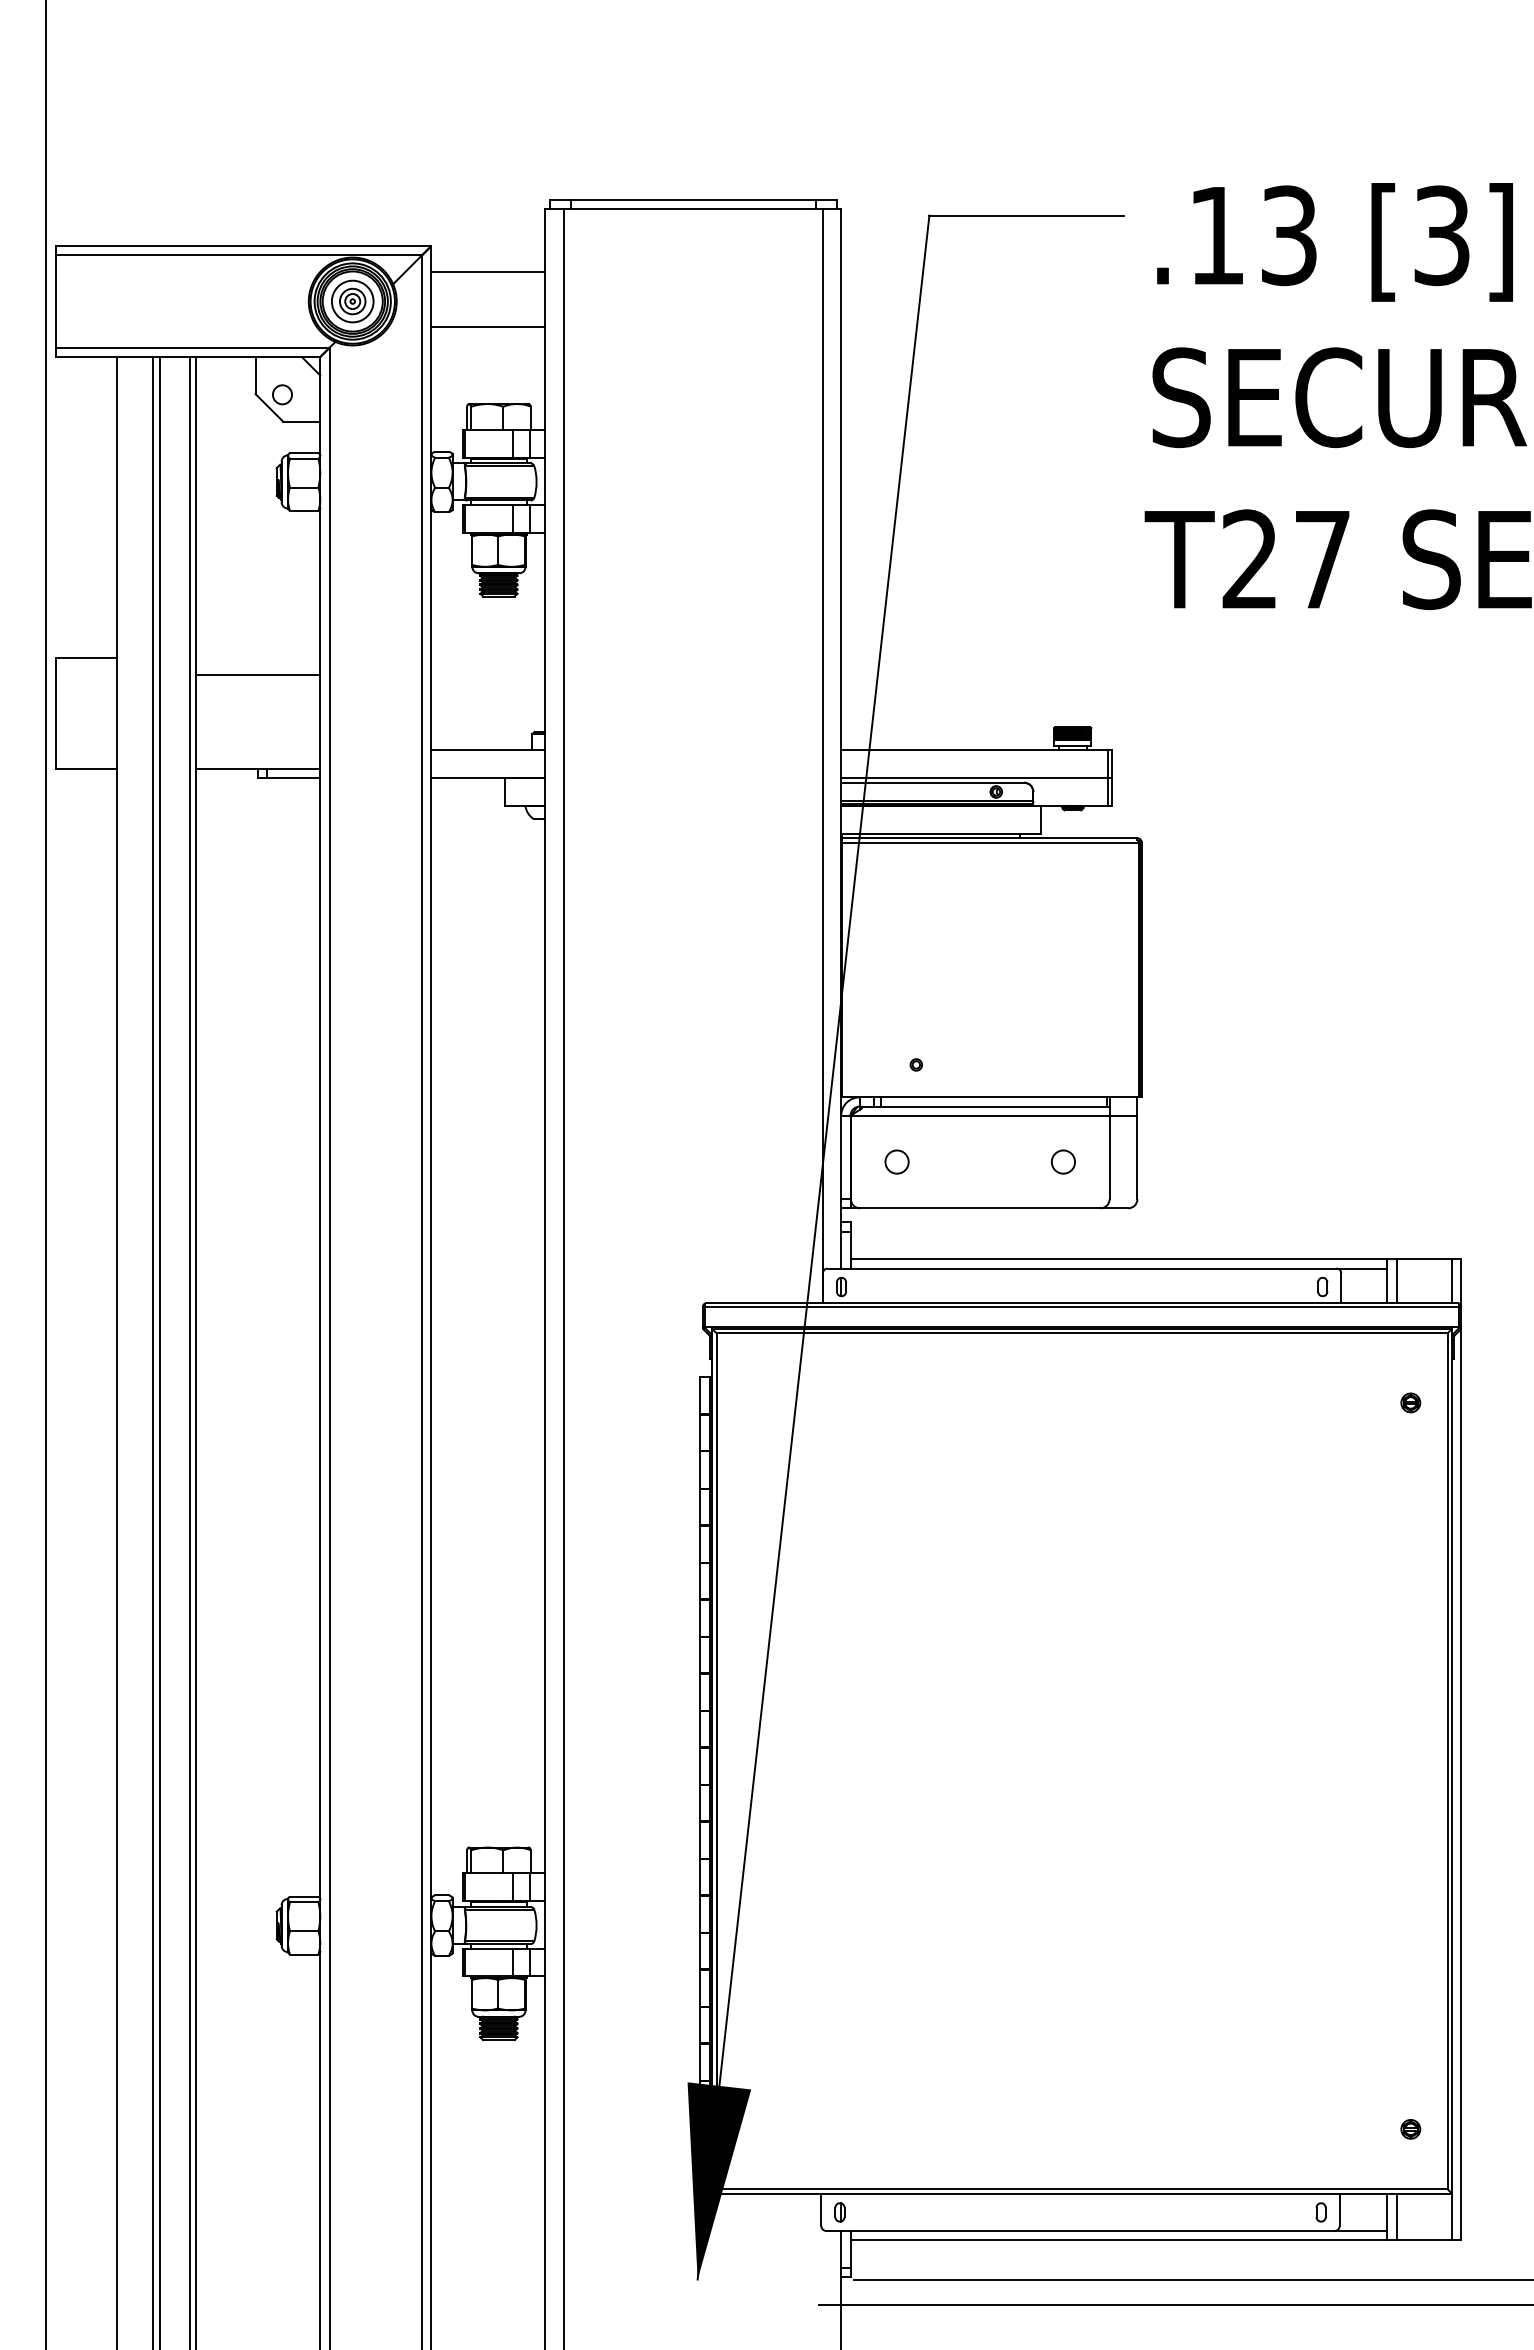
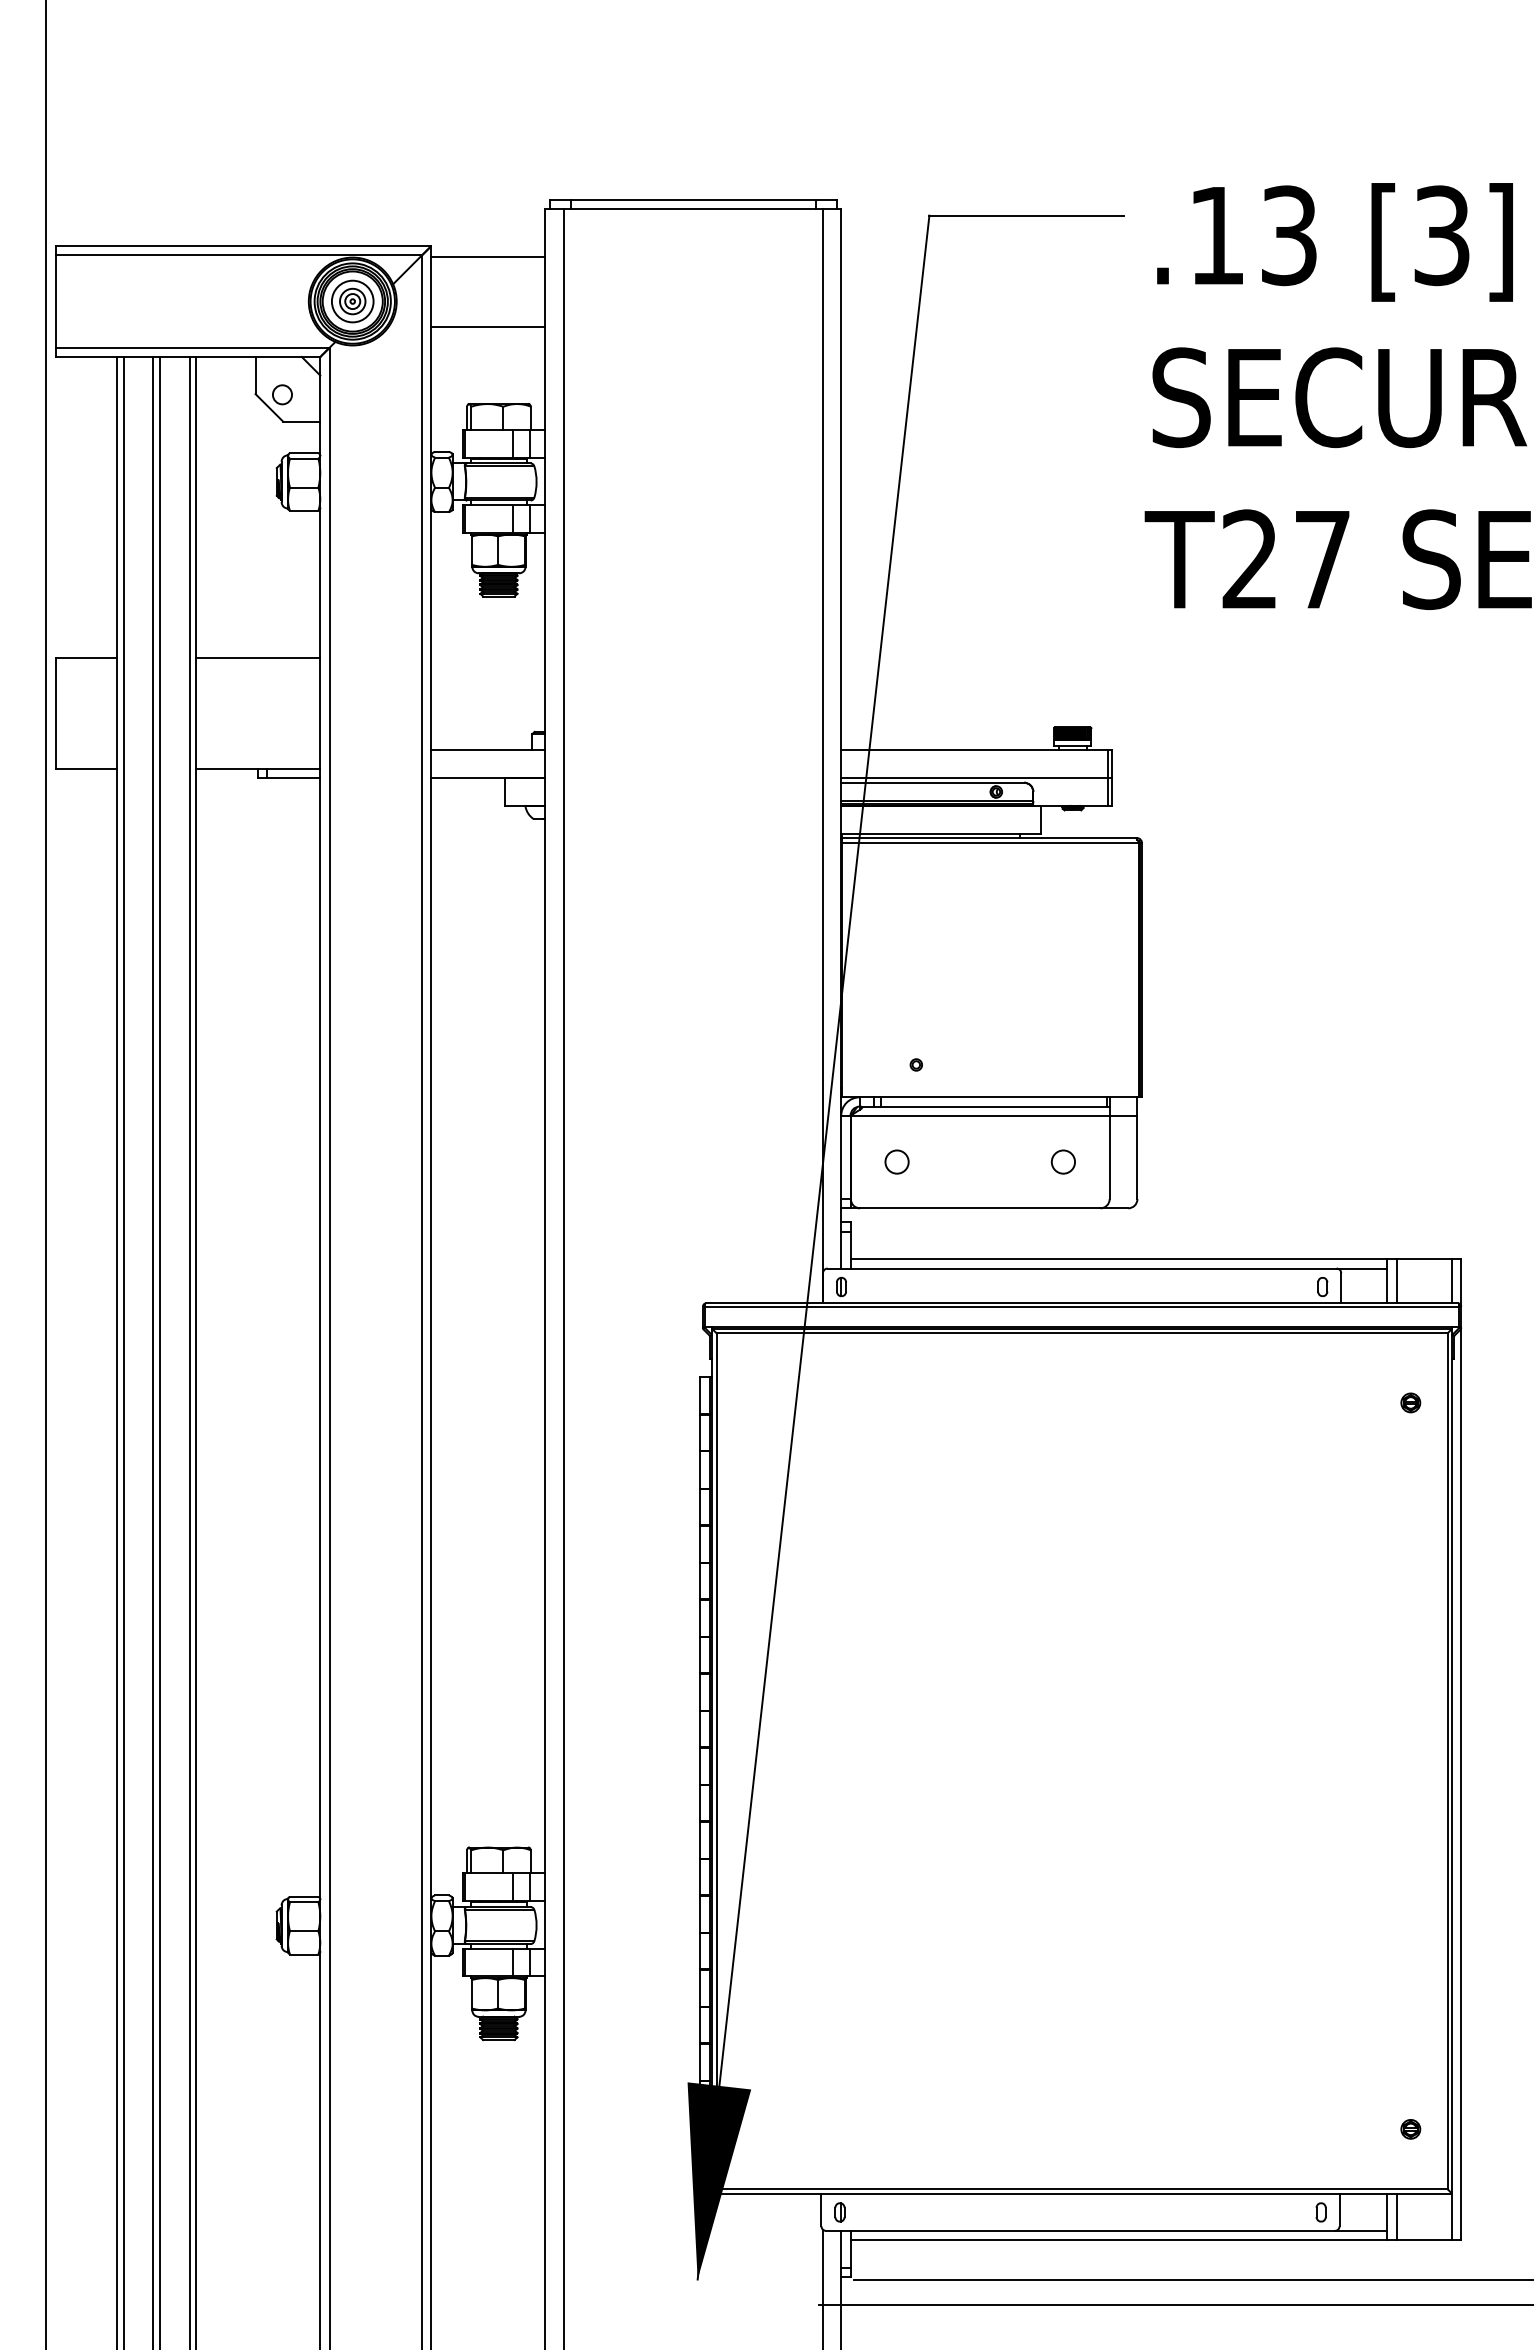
line at (488, 272) position: (488, 272) -> (488, 257)
line at (258, 674) position: (258, 674) -> (258, 657)
line at (124, 1351): none -> present
line at (822, 2287): none -> present
